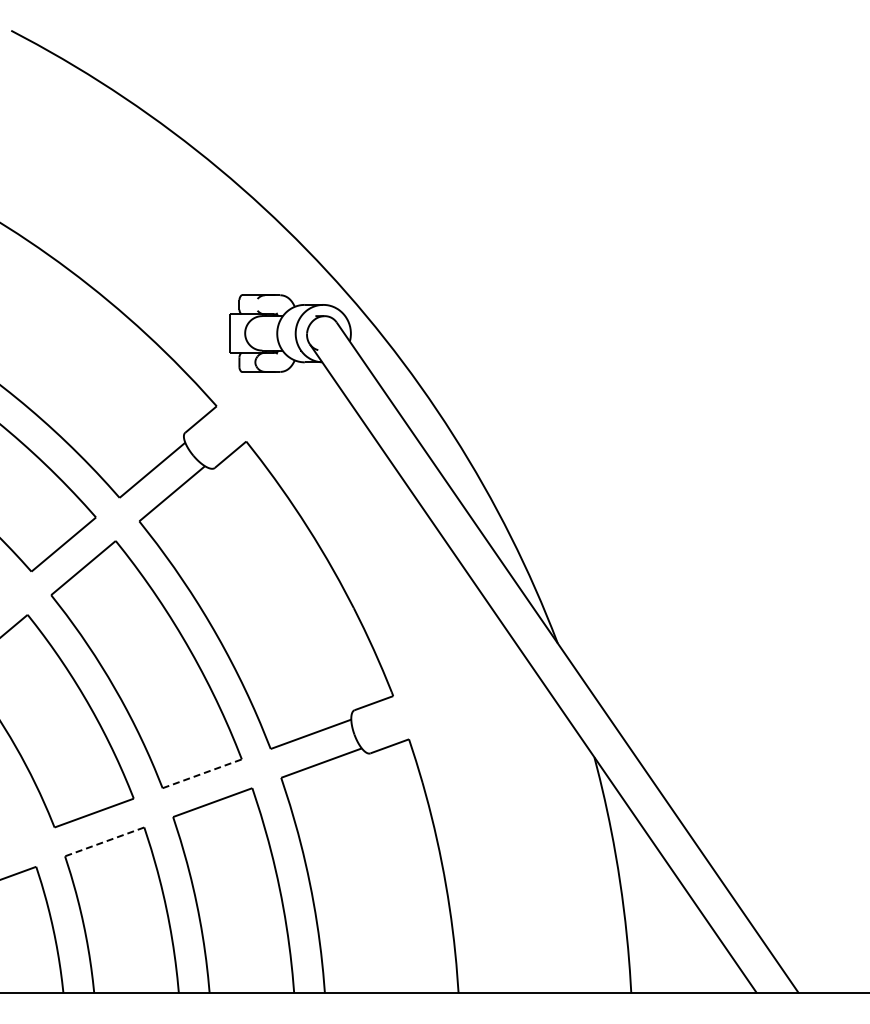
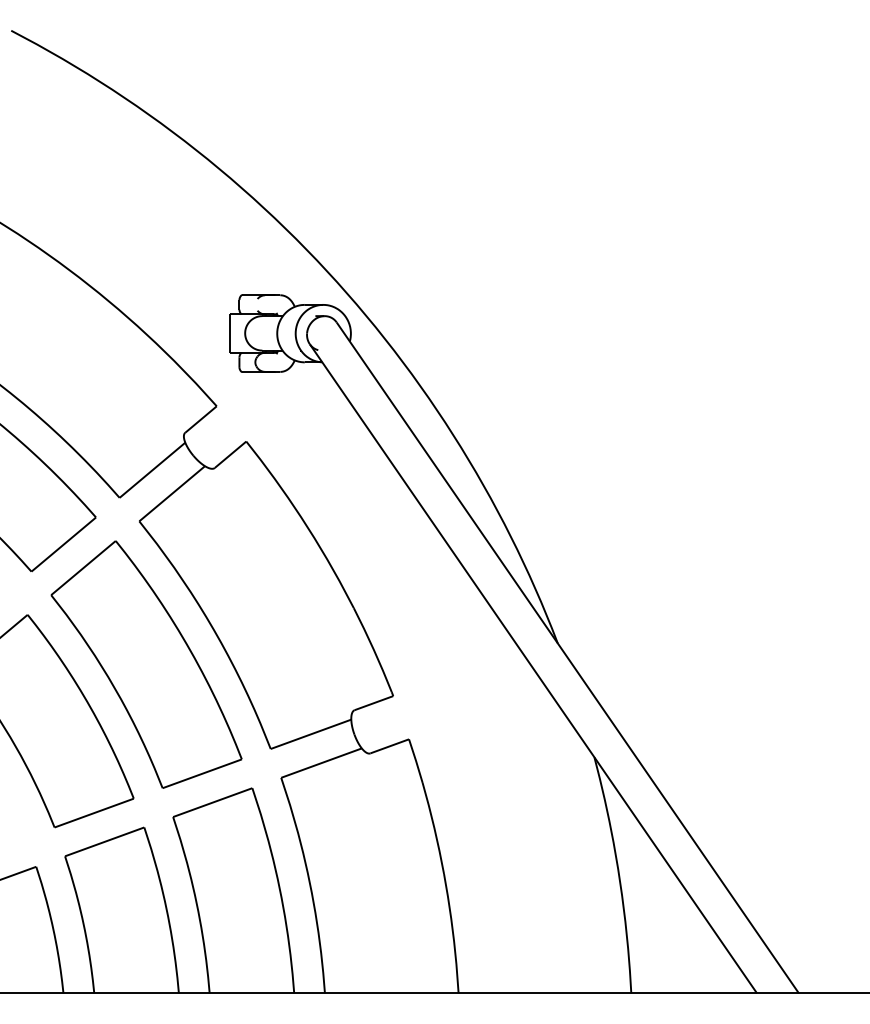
line at (202, 773): dashed -> solid
line at (104, 842): dashed -> solid
